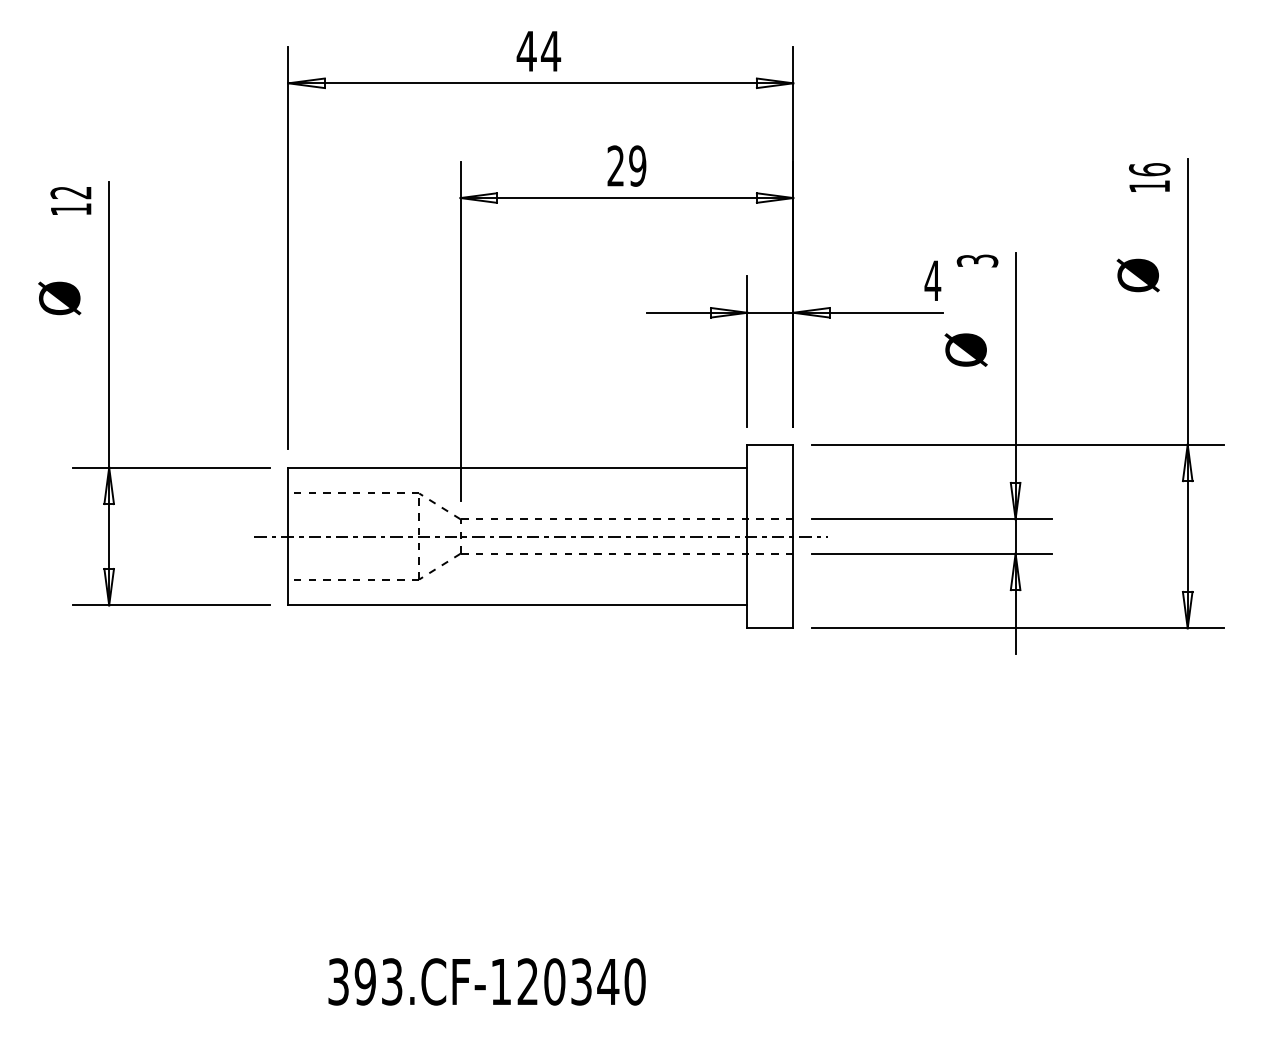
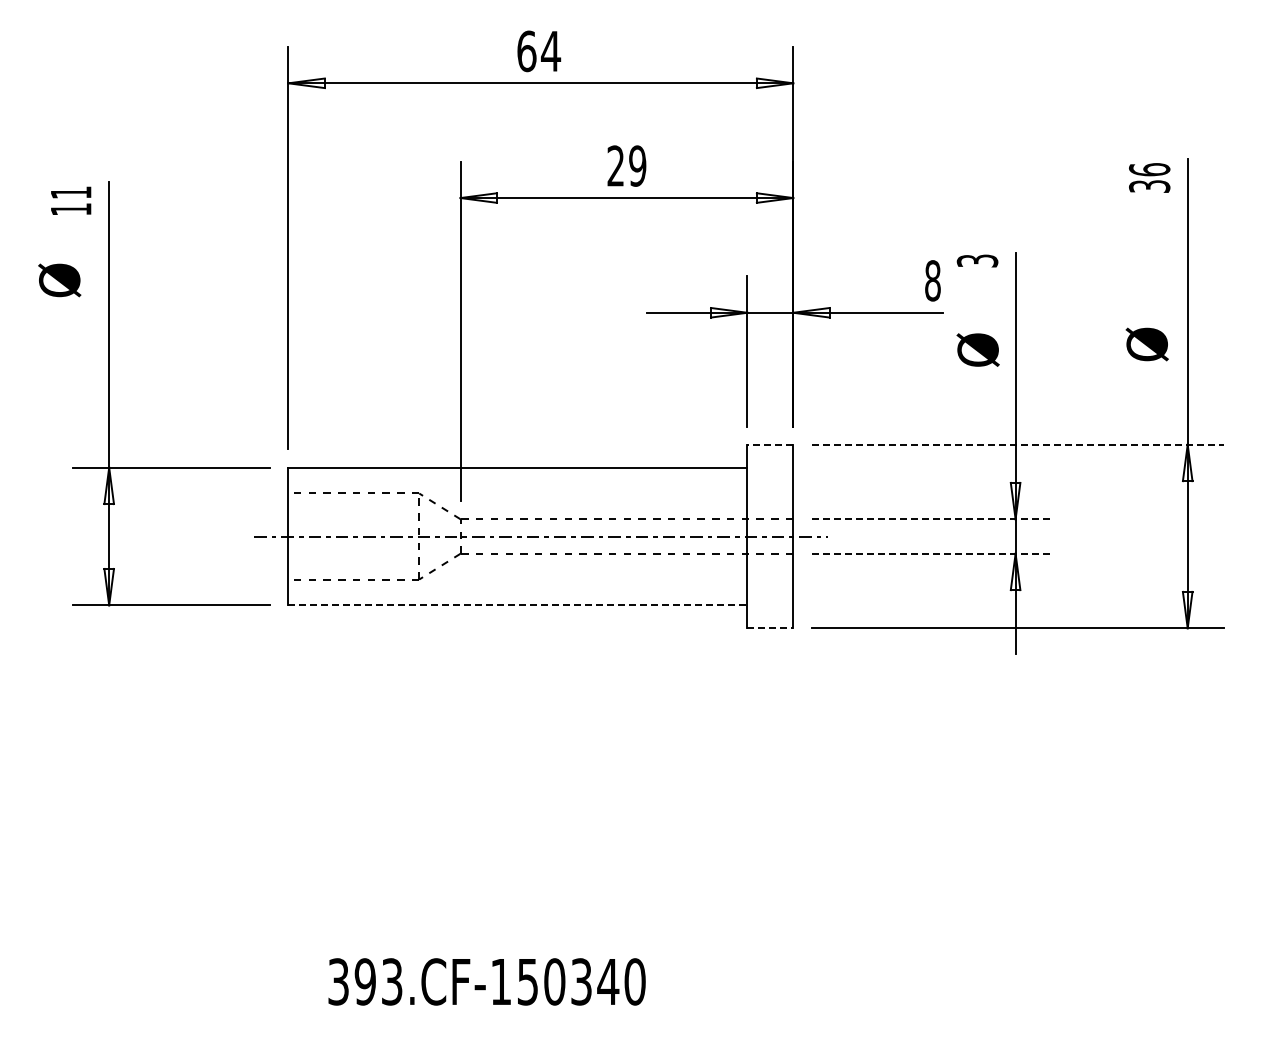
text at (526, 51): 44 -> 64
text at (1149, 186): 16 -> 36
text at (70, 192): 12 -> 11
text at (1137, 275) position: (1137, 275) -> (1146, 344)
text at (932, 280): 4 -> 8
text at (59, 298) position: (59, 298) -> (59, 280)
text at (965, 349) position: (965, 349) -> (977, 349)
line at (770, 444): solid -> dashed
line at (1018, 444): solid -> dashed
line at (932, 519): solid -> dashed
line at (932, 553): solid -> dashed
line at (518, 605): solid -> dashed
line at (770, 628): solid -> dashed
text at (527, 981): 393.CF-120340 -> 393.CF-150340
